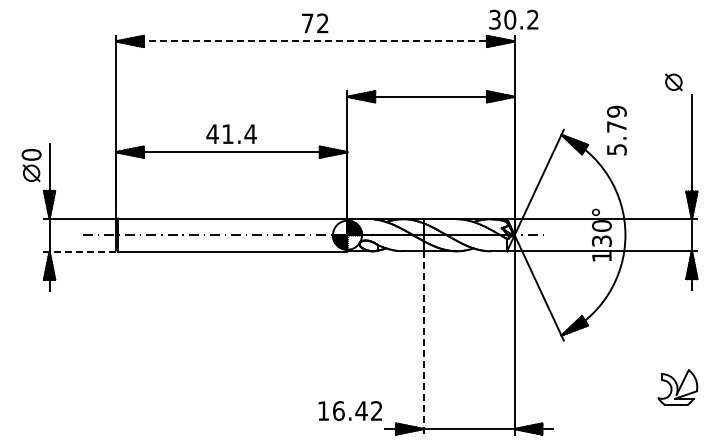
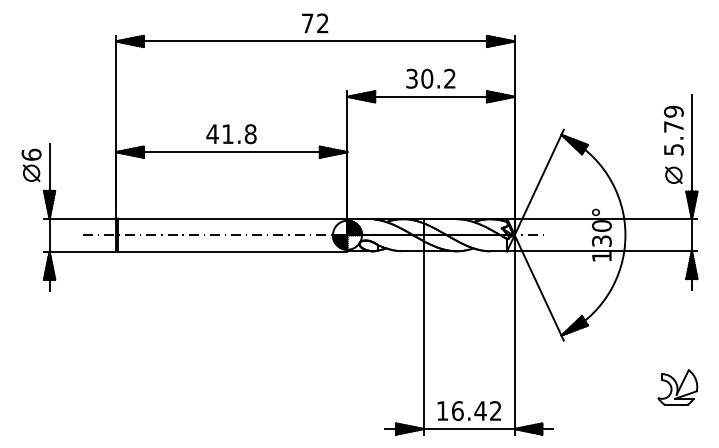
text at (513, 19) position: (513, 19) -> (430, 78)
line at (315, 41): dashed -> solid
part at (673, 82) position: (673, 82) -> (673, 175)
text at (616, 130) position: (616, 130) -> (673, 130)
text at (250, 134): 41.4 -> 41.8
text at (31, 154): 0 -> 6
line at (82, 251): dashed -> solid
line at (423, 342): dashed -> solid
text at (349, 410) position: (349, 410) -> (468, 410)
